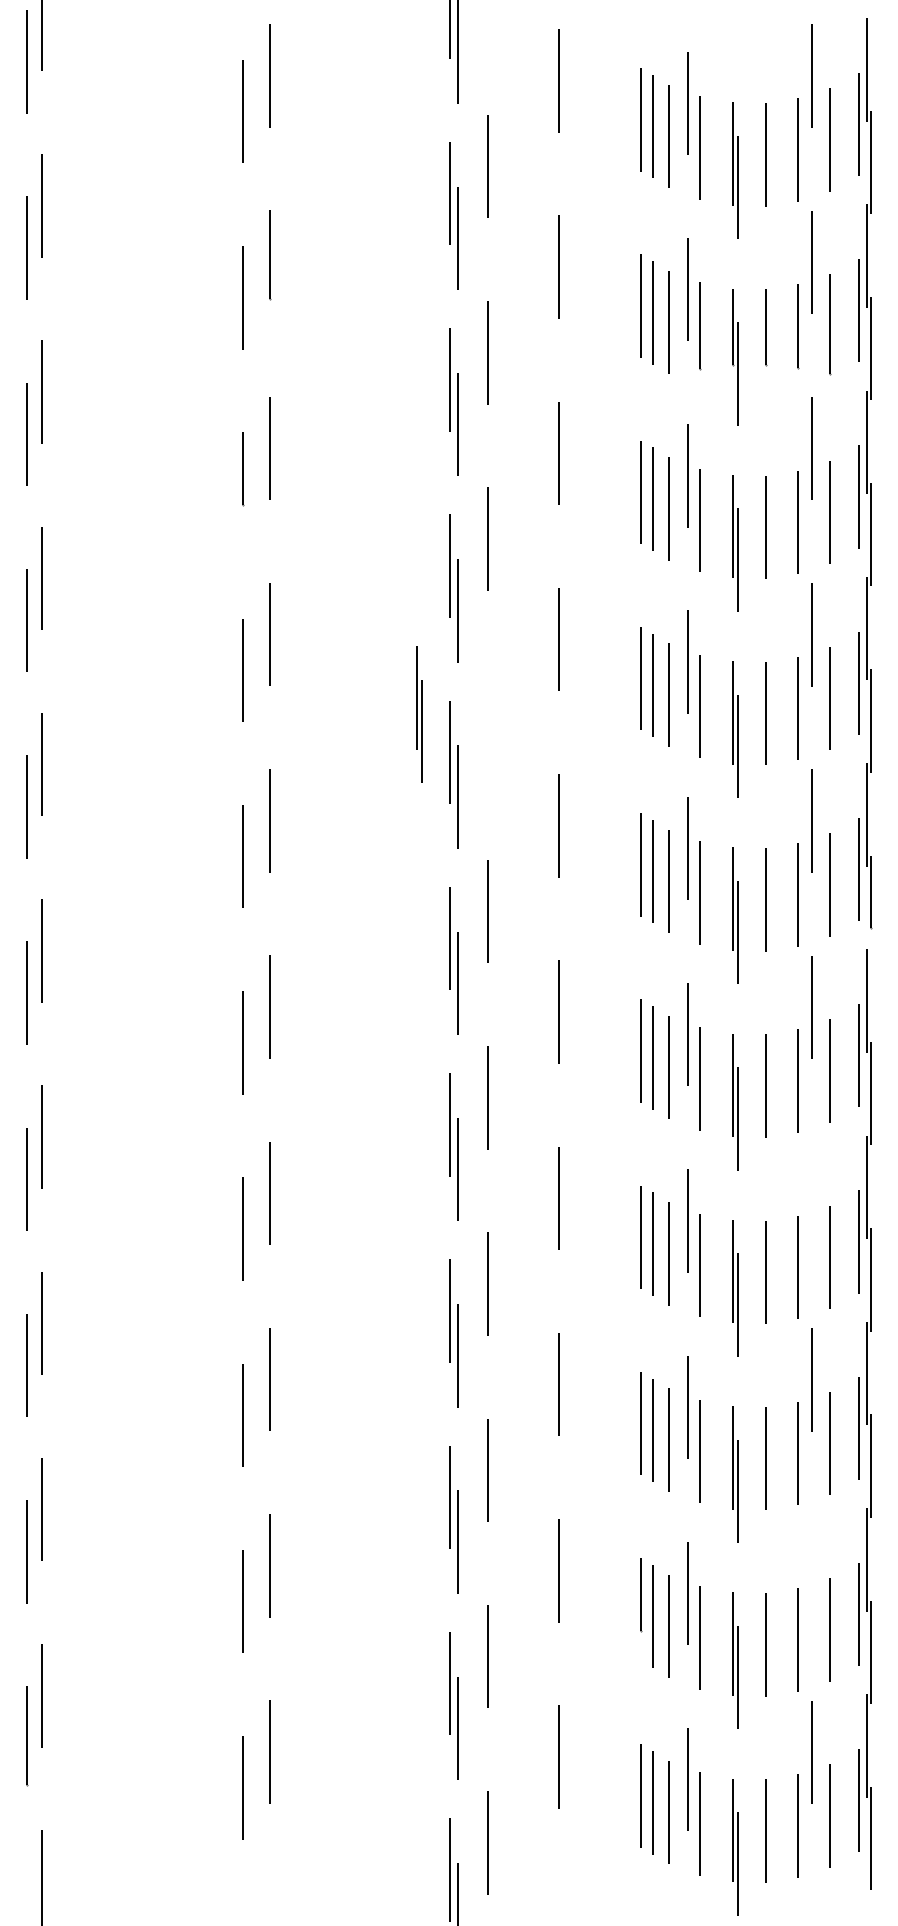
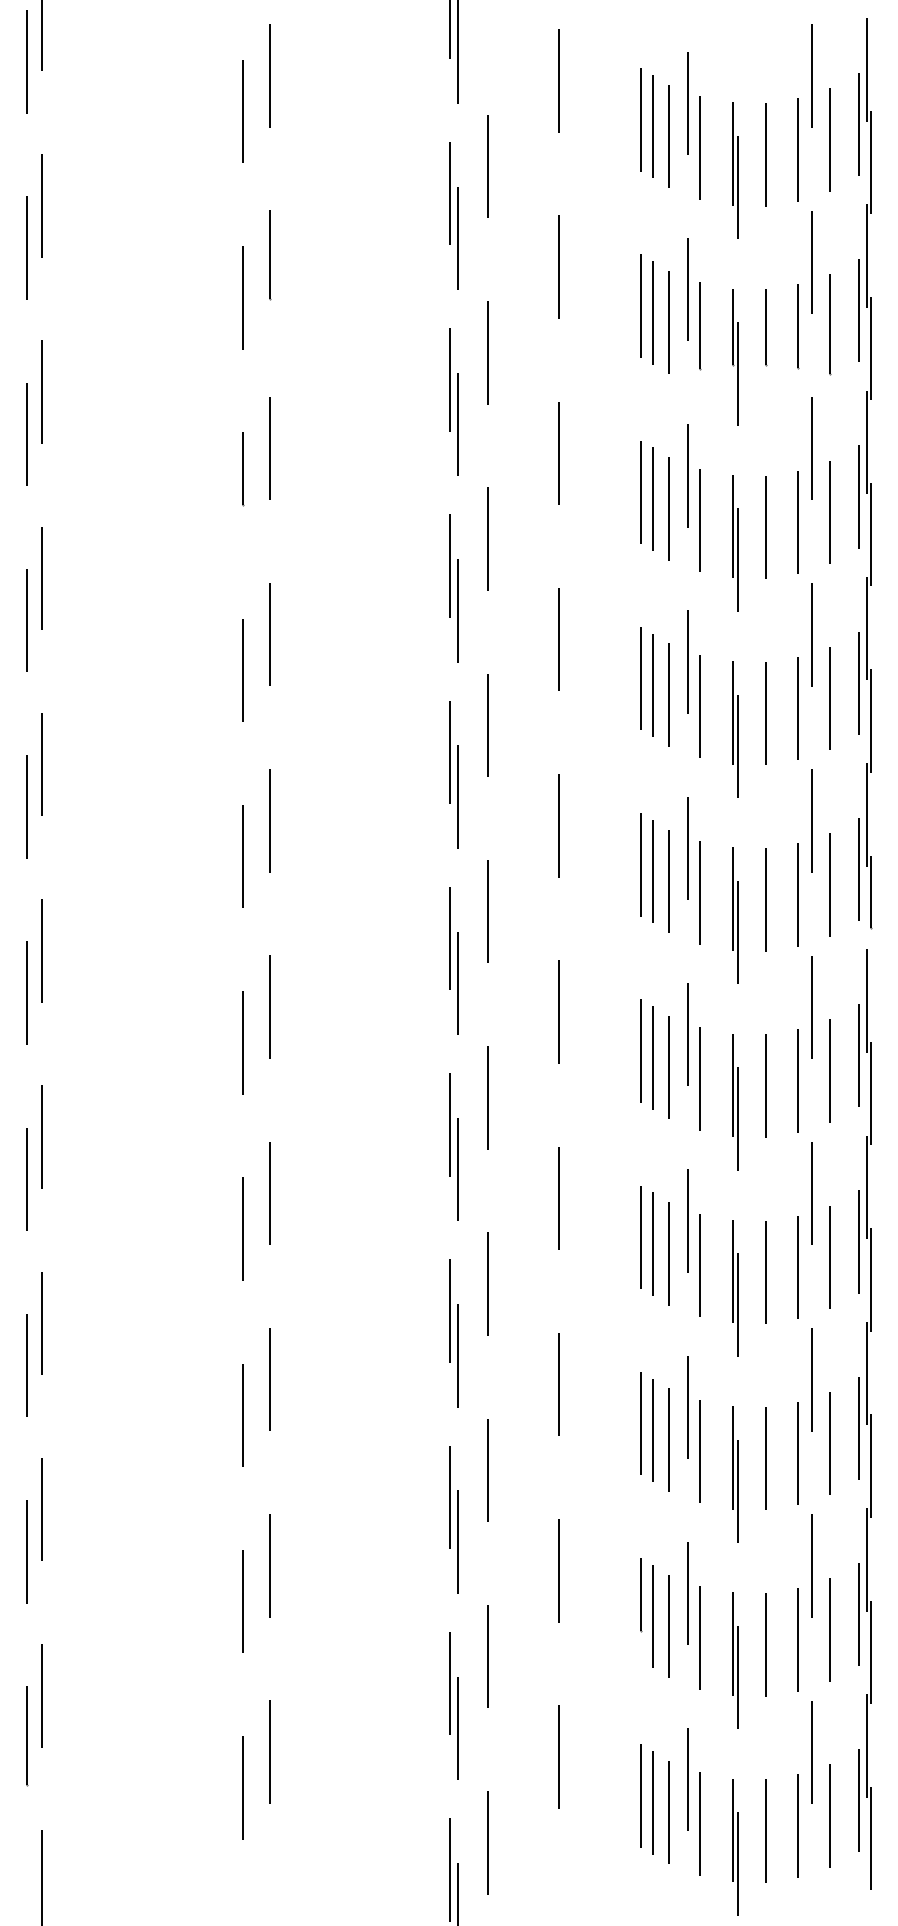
part at (419, 714): present -> none
line at (487, 725): none -> present
line at (811, 1193): none -> present
line at (811, 1565): none -> present
